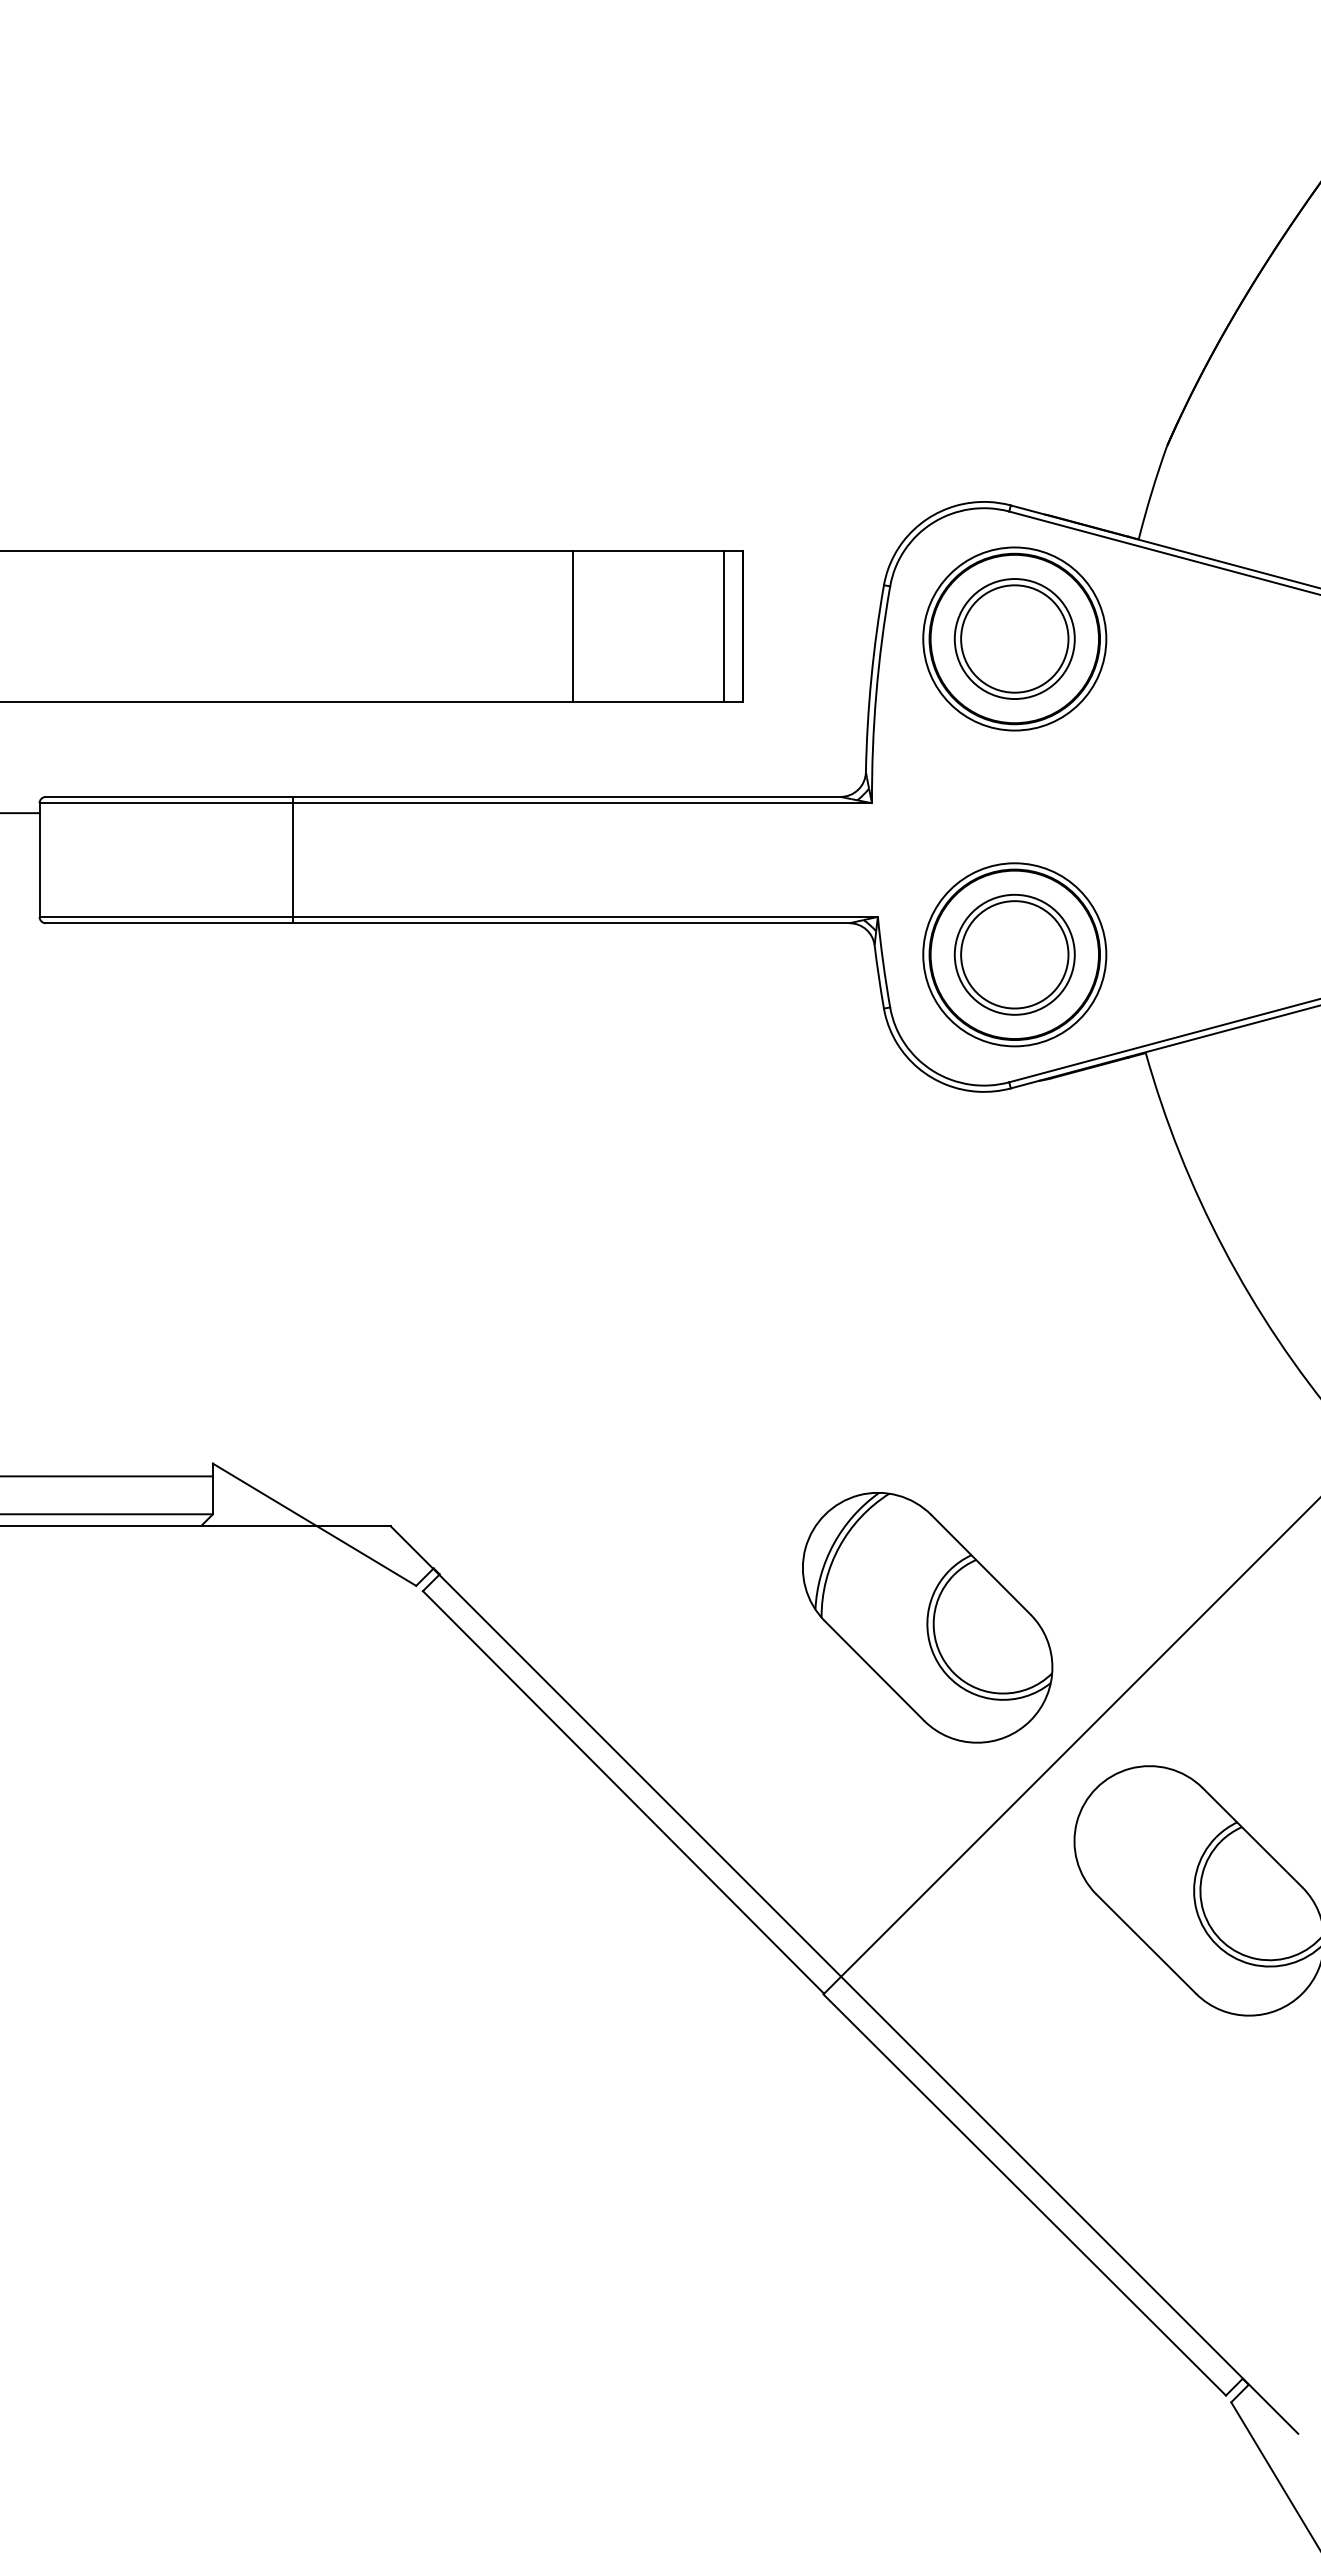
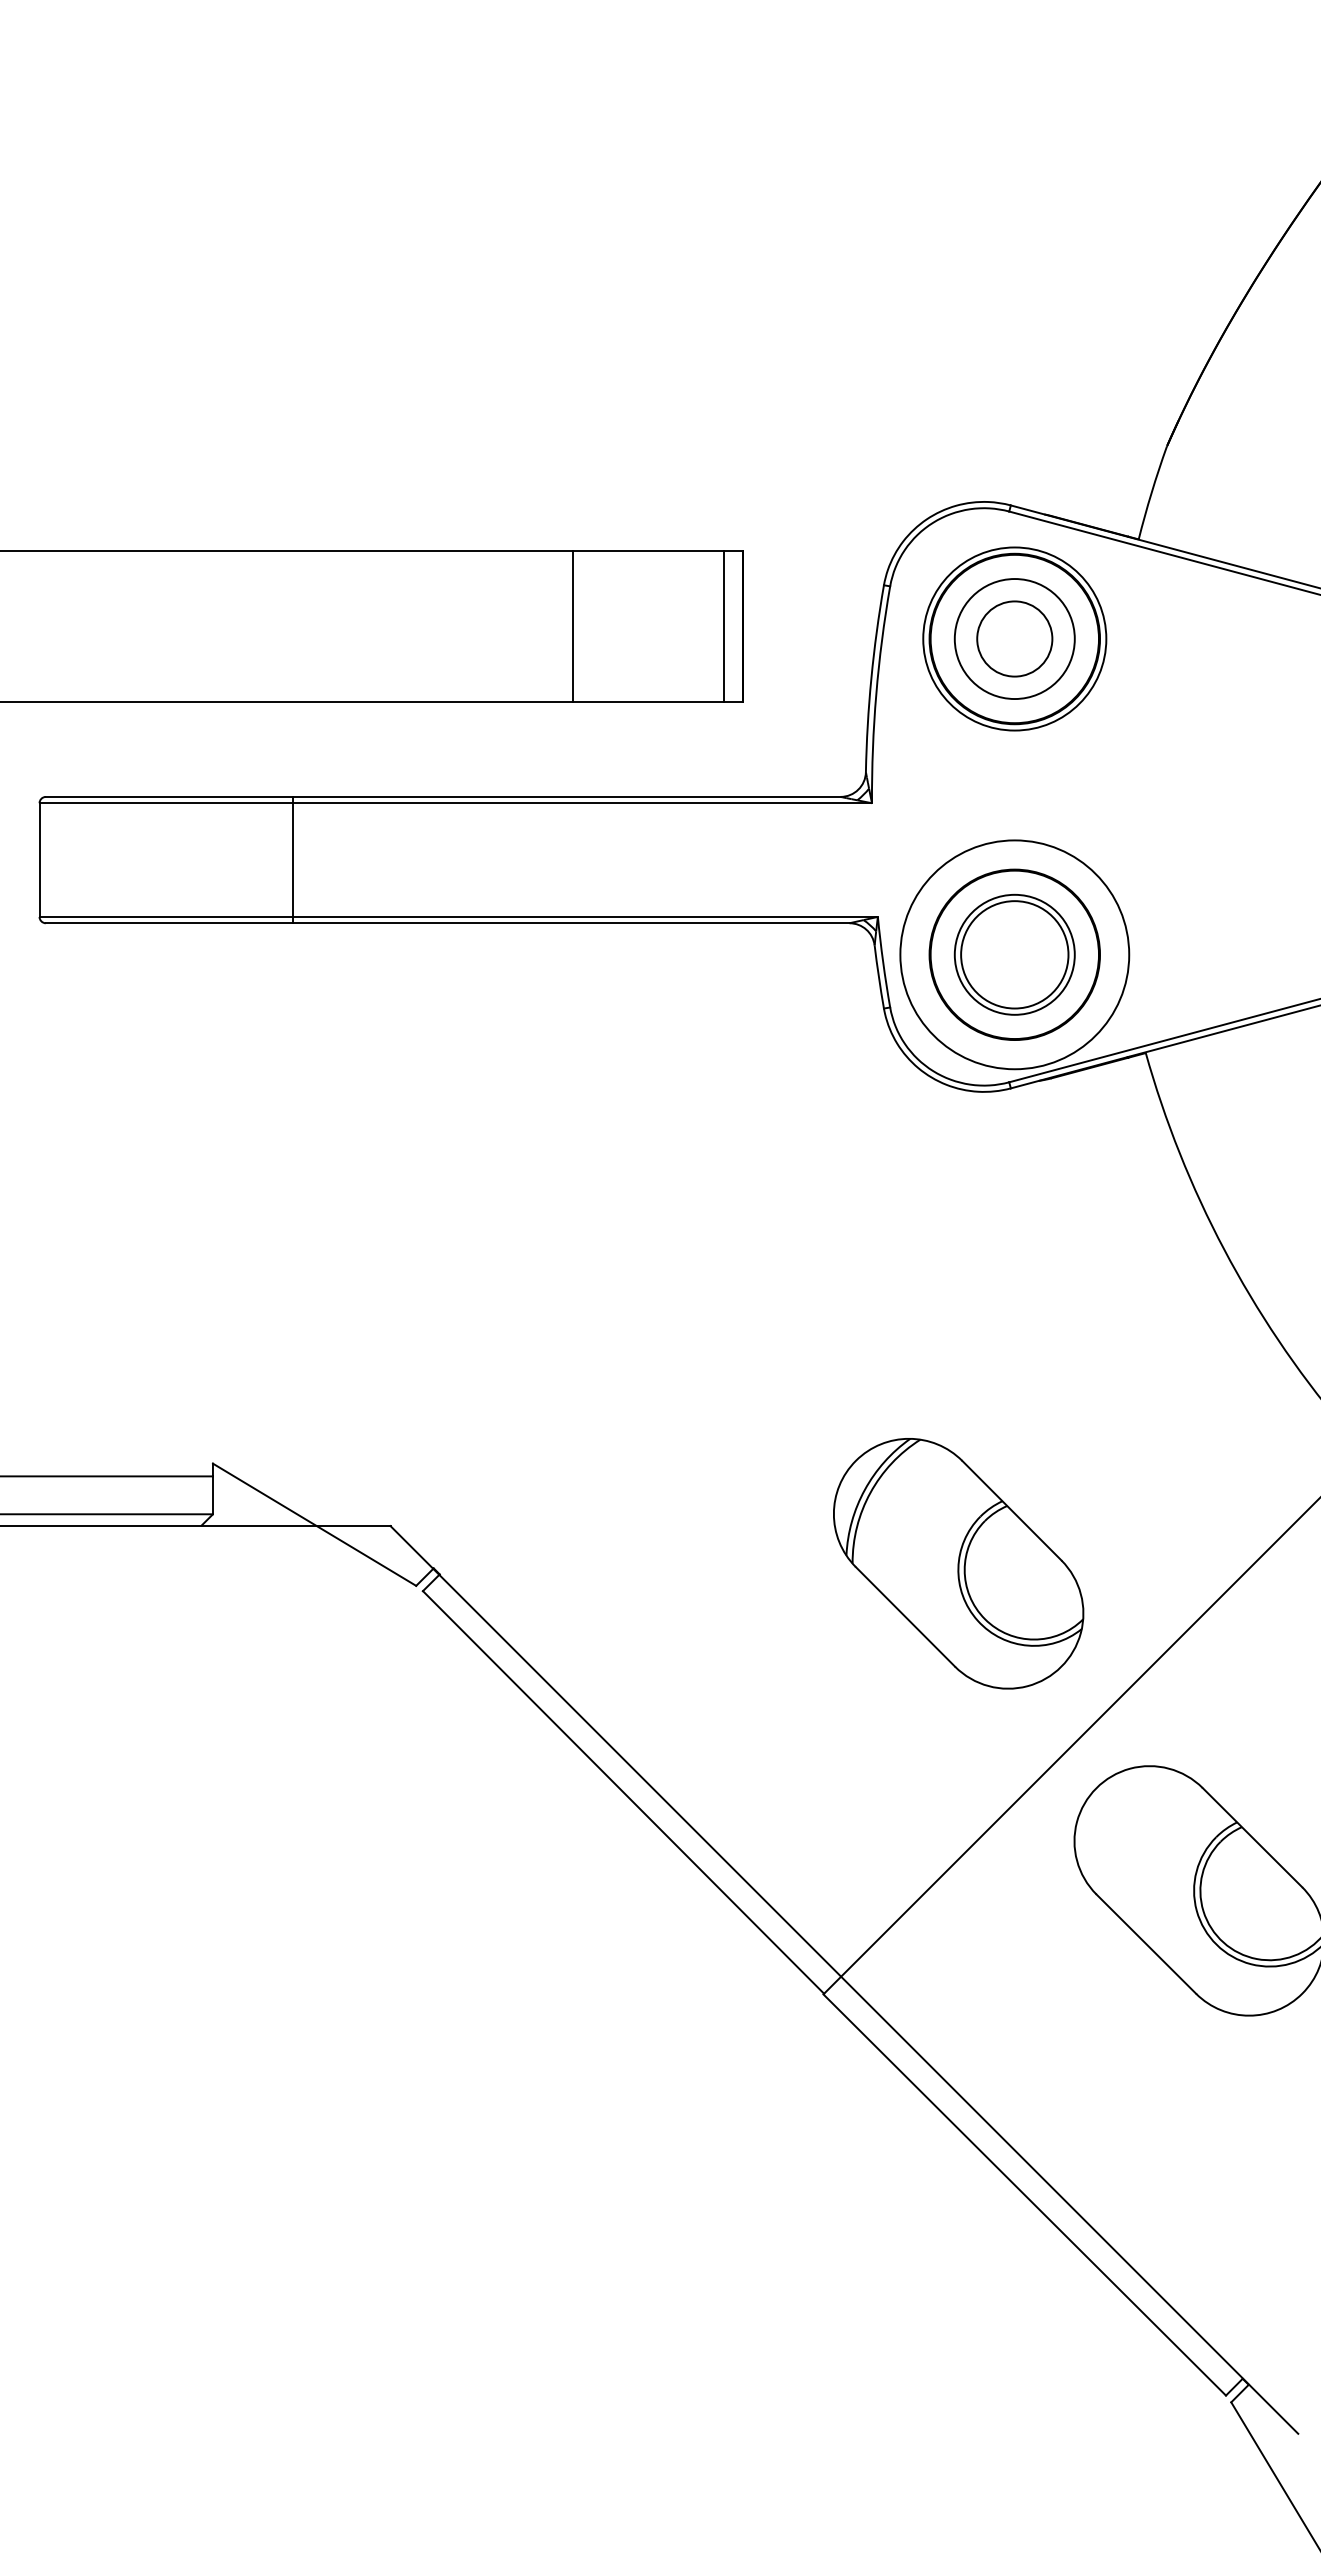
circle at (1014, 638) diameter: 107 px -> 75 px
line at (20, 813): present -> none
circle at (1014, 954) diameter: 183 px -> 229 px
part at (927, 1617) position: (927, 1617) -> (958, 1563)
